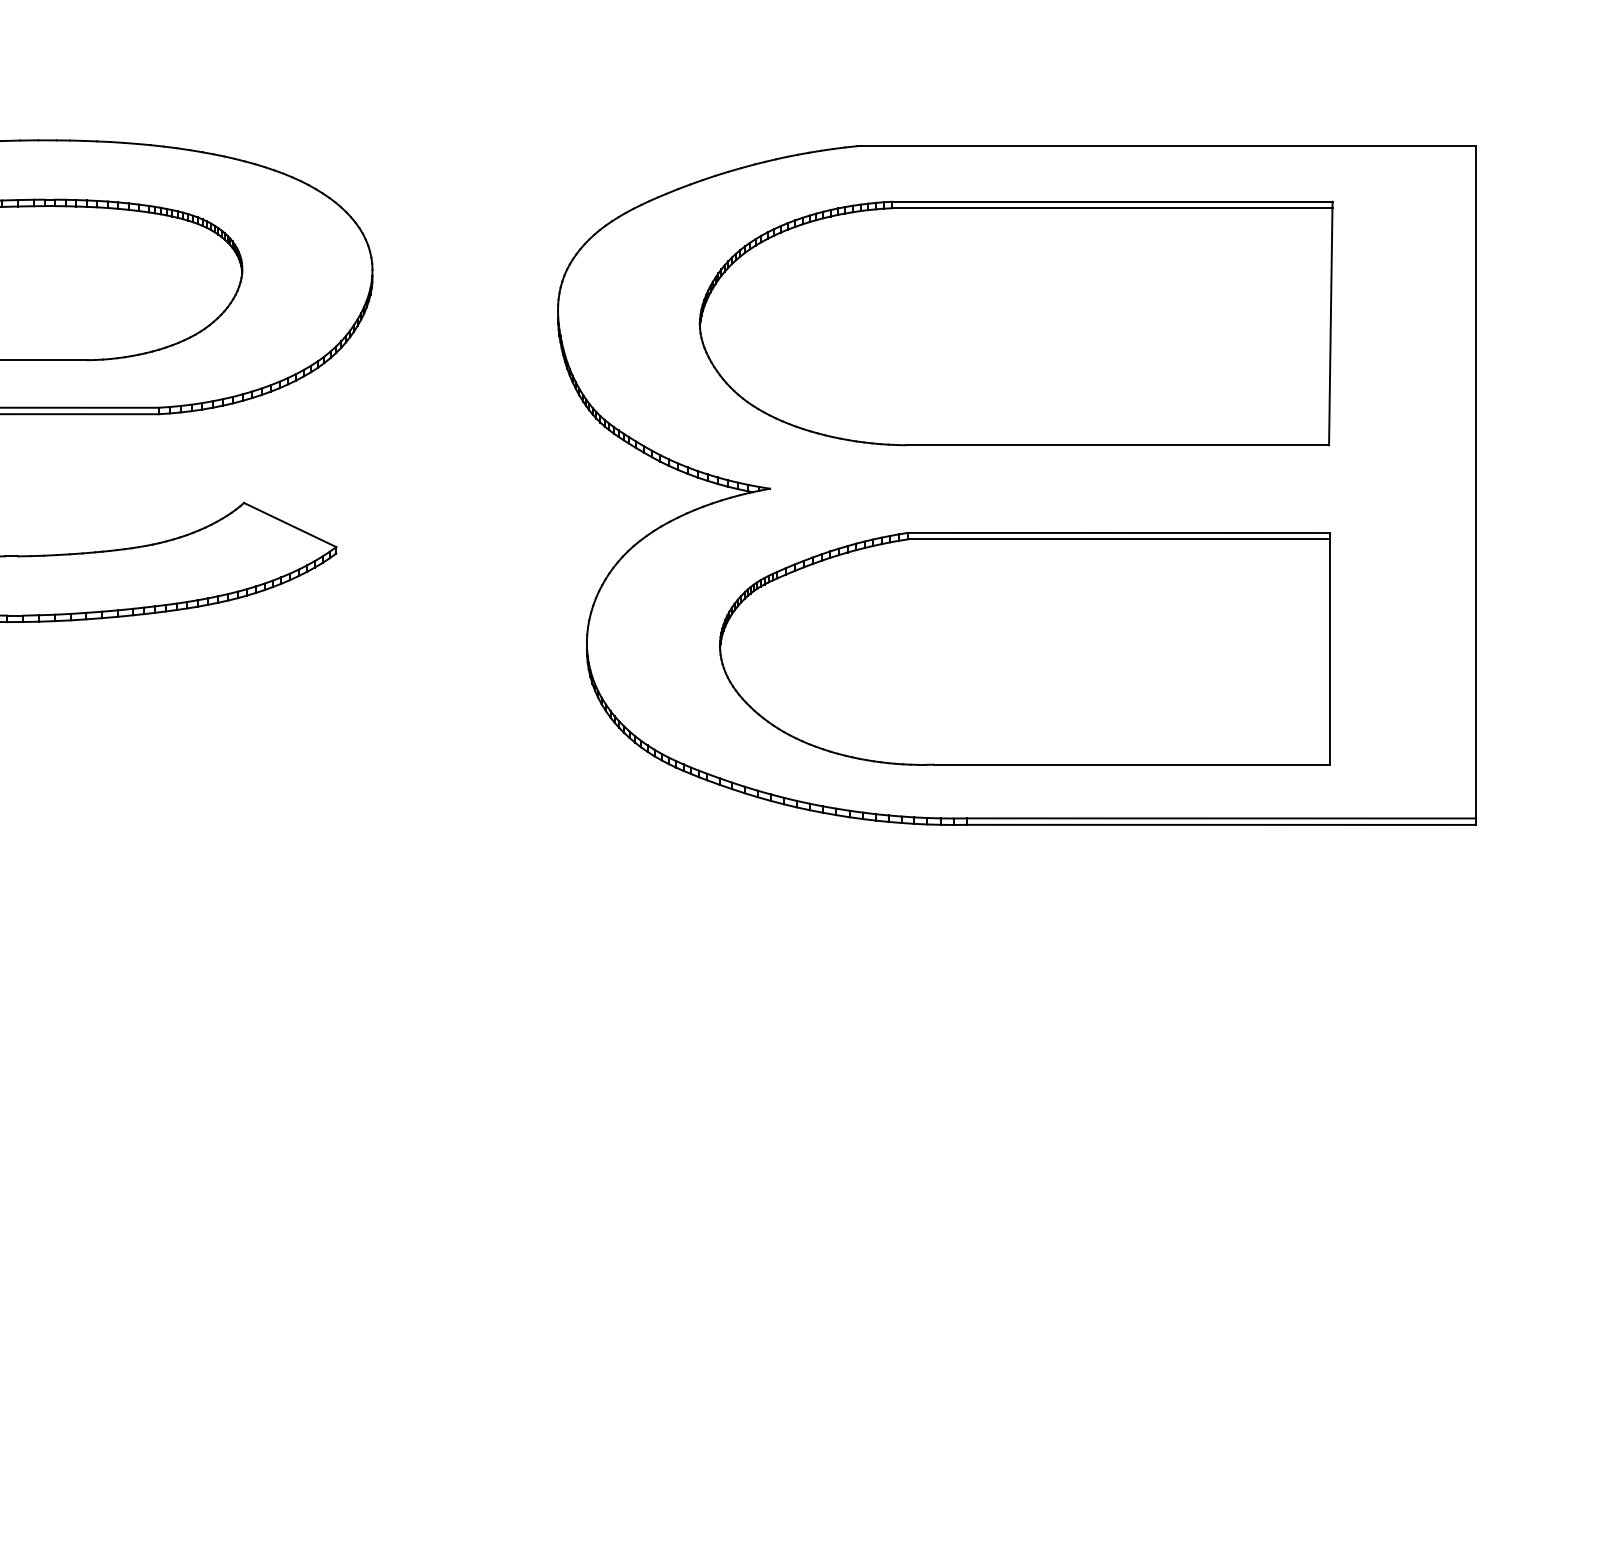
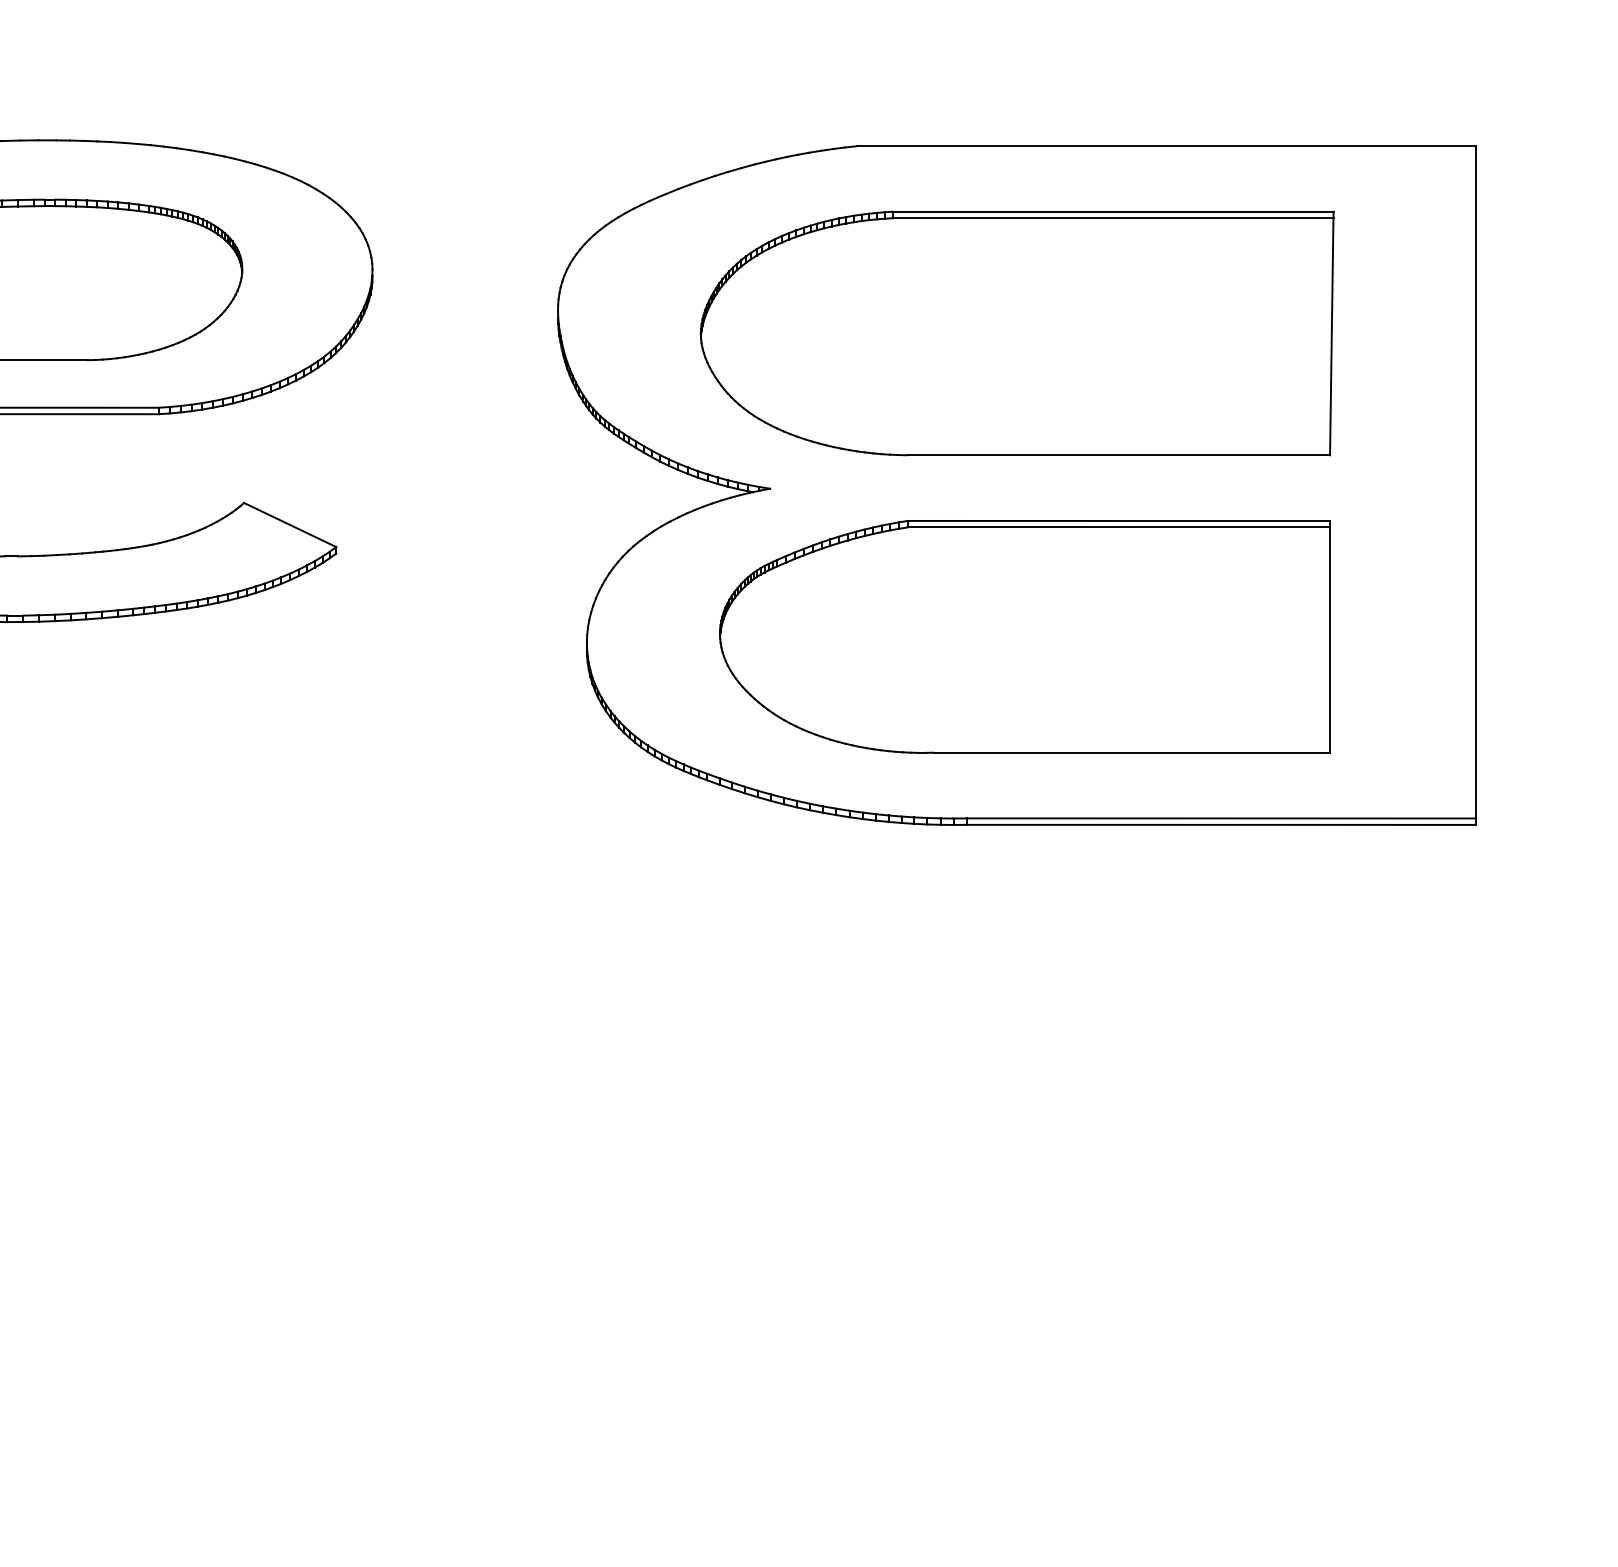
part at (1015, 323) position: (1015, 323) -> (1016, 333)
part at (1024, 648) position: (1024, 648) -> (1024, 636)
